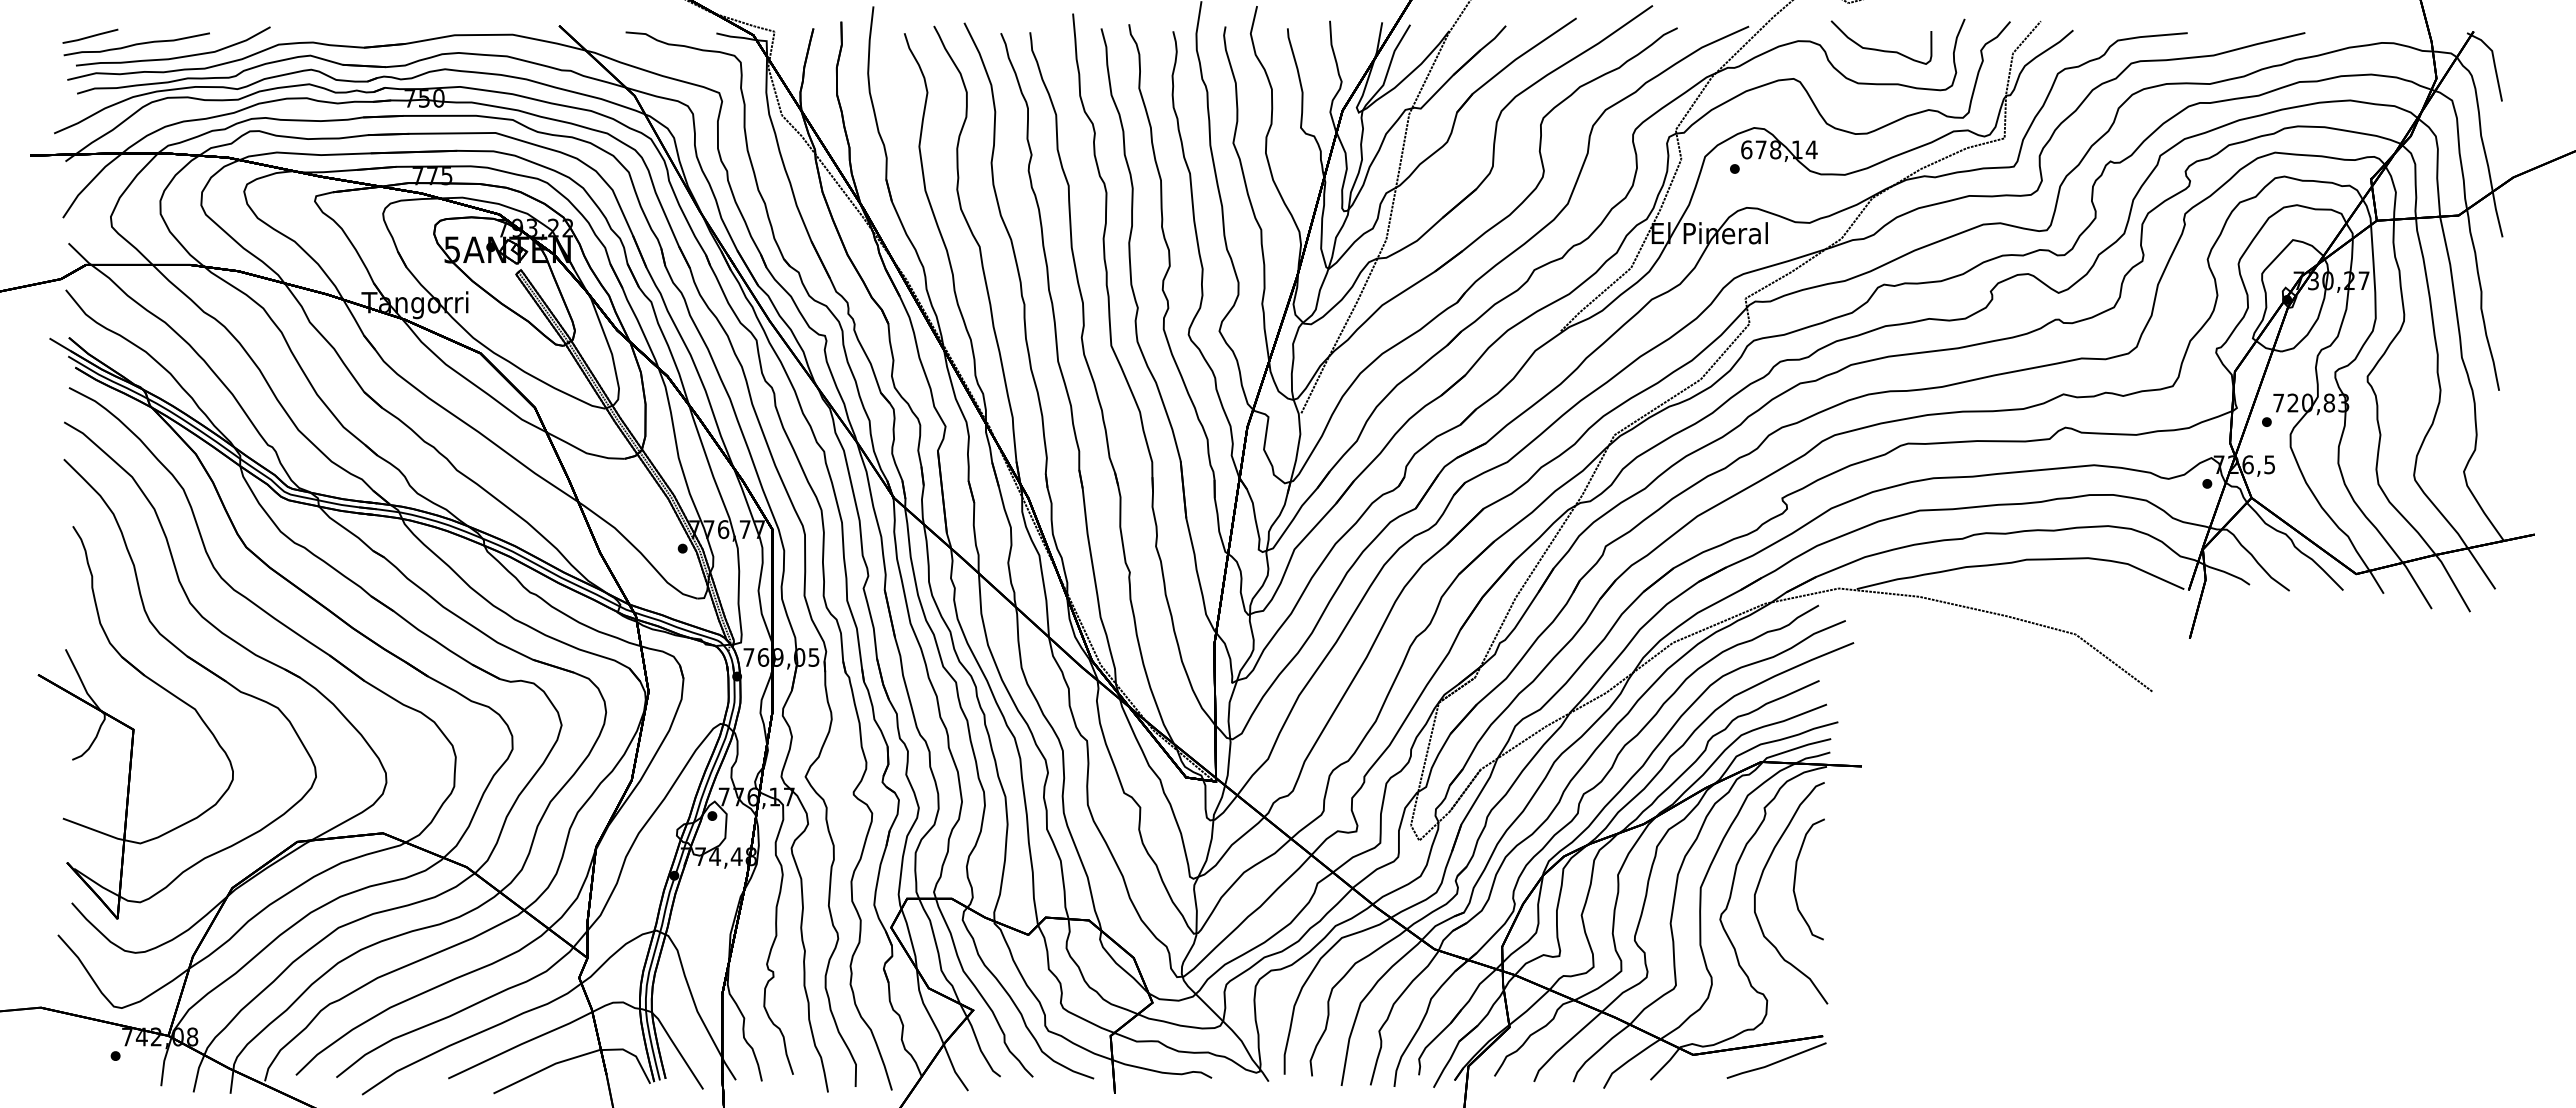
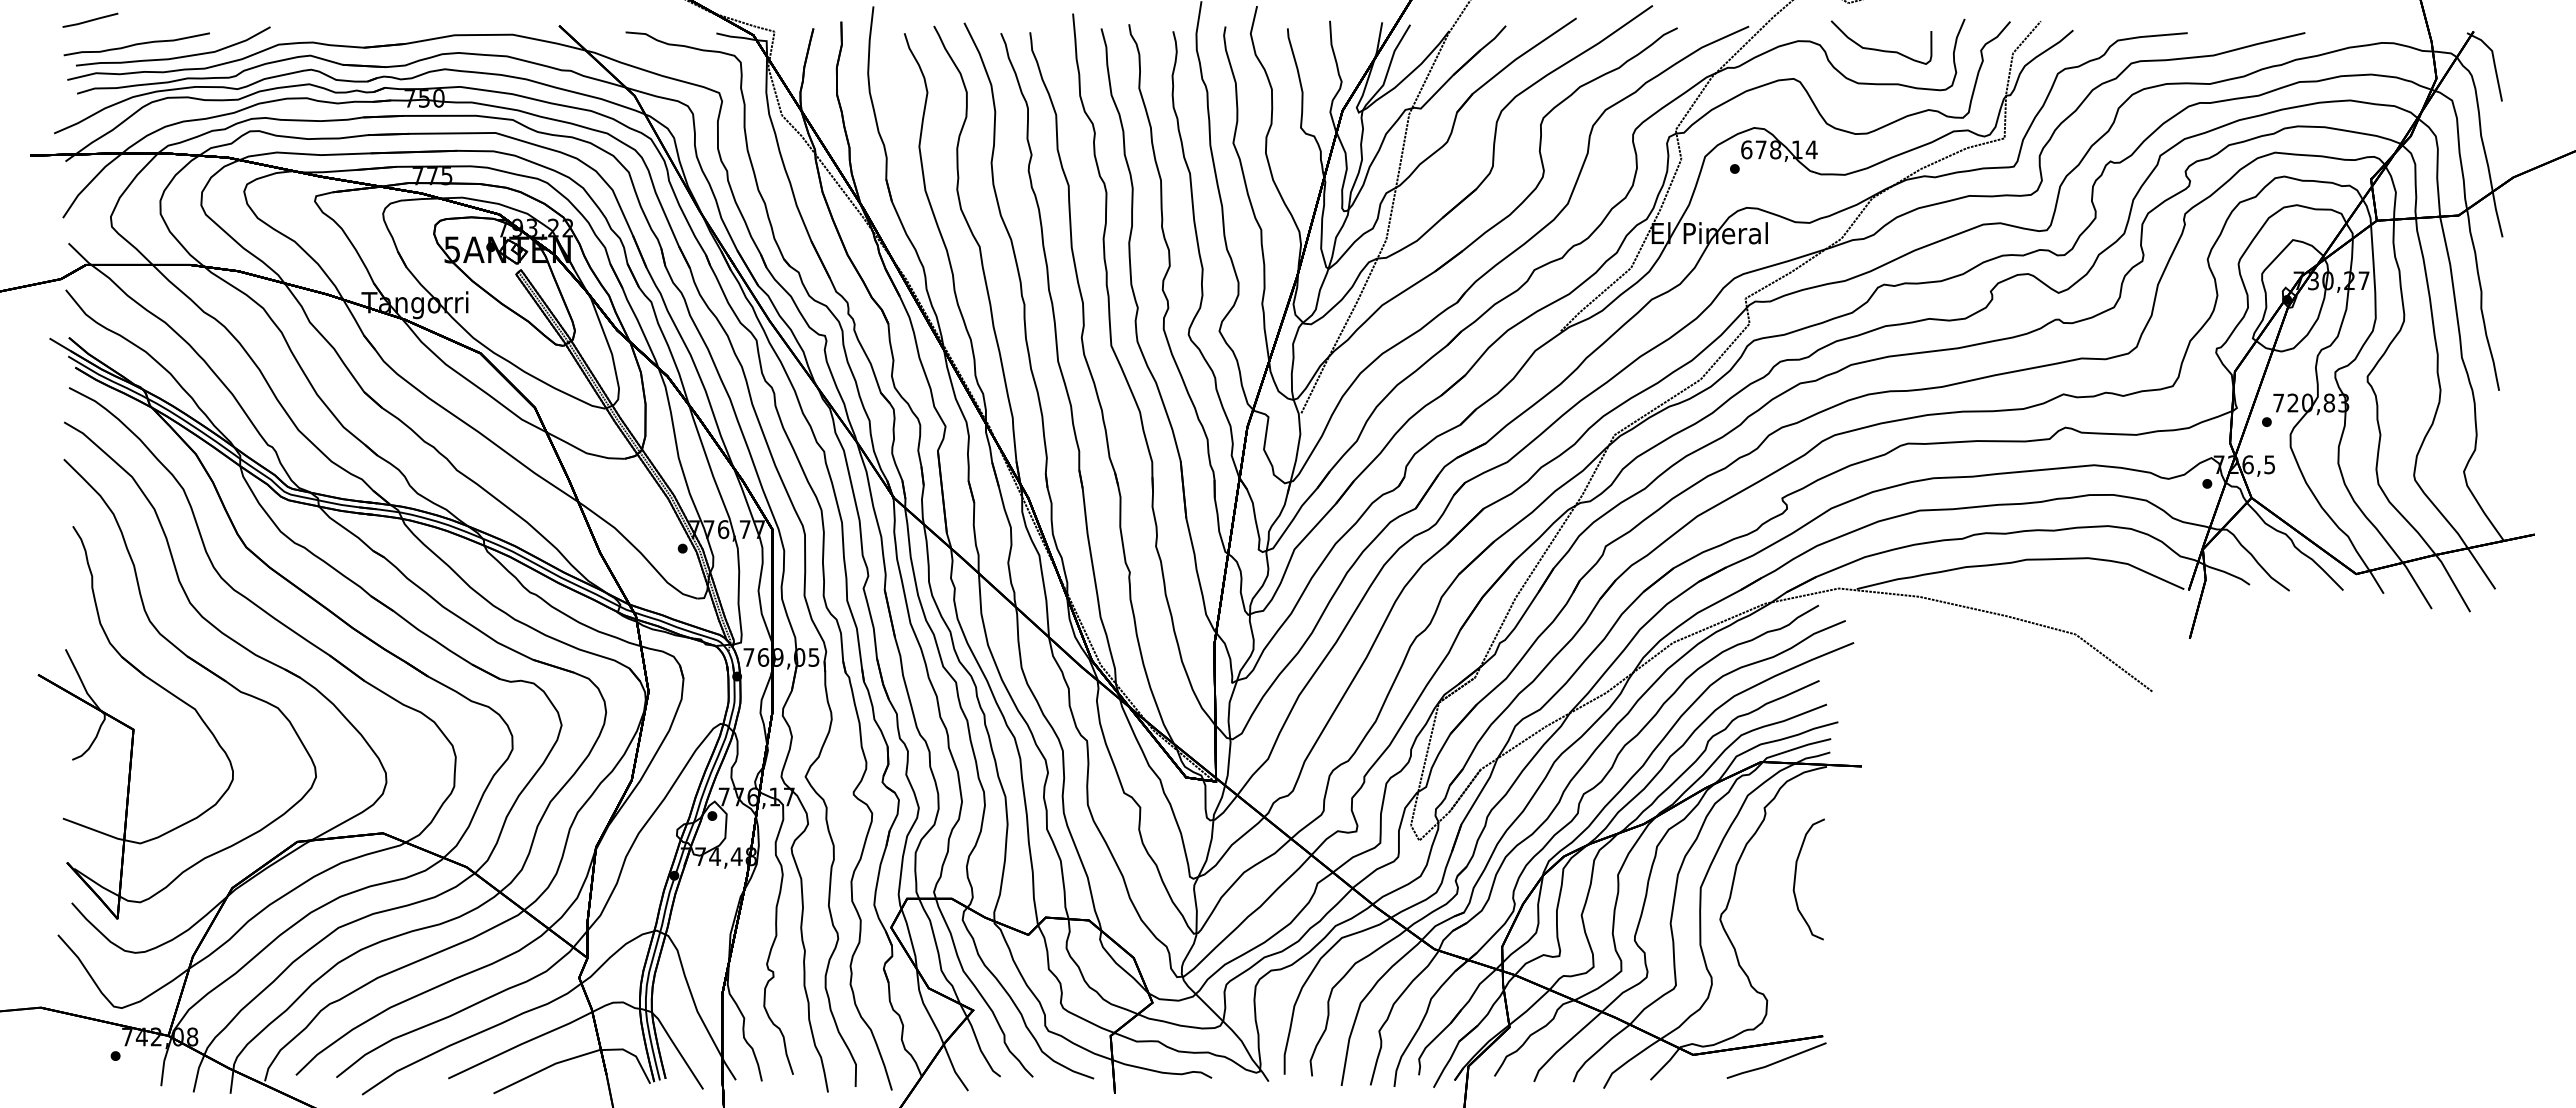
line at (90, 35) position: (90, 35) -> (90, 19)
curve at (1760, 882): present -> none
